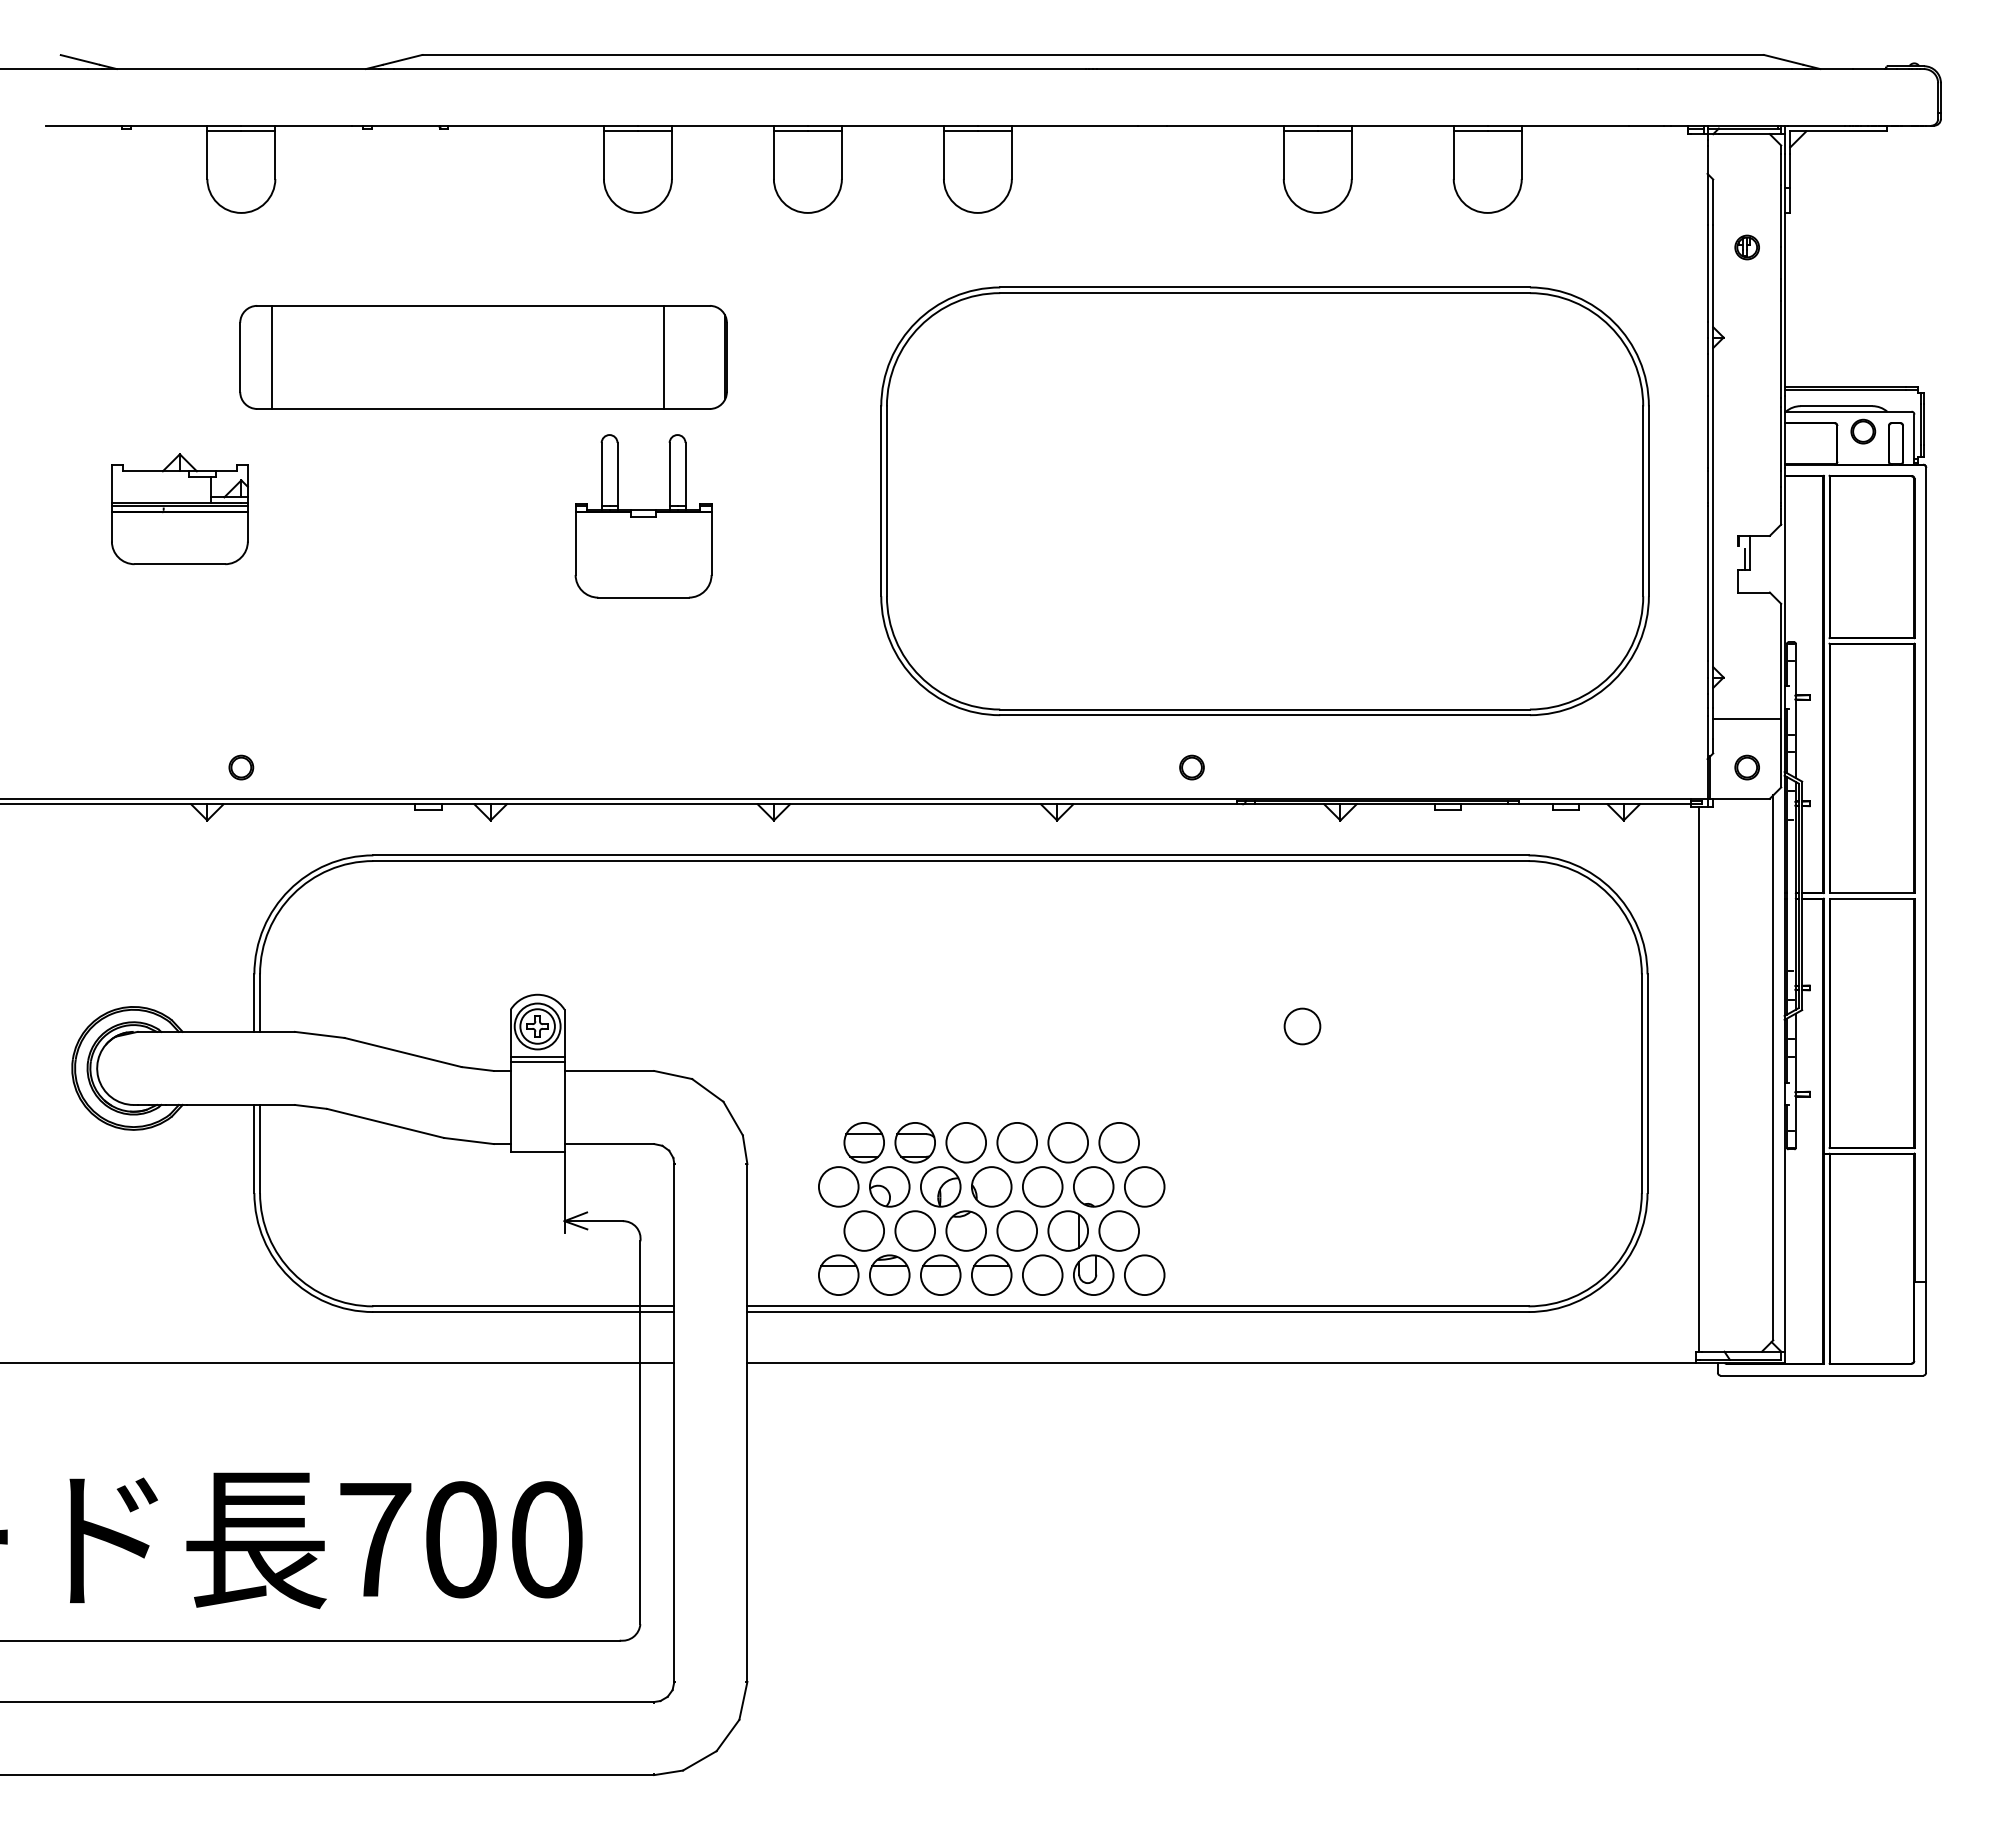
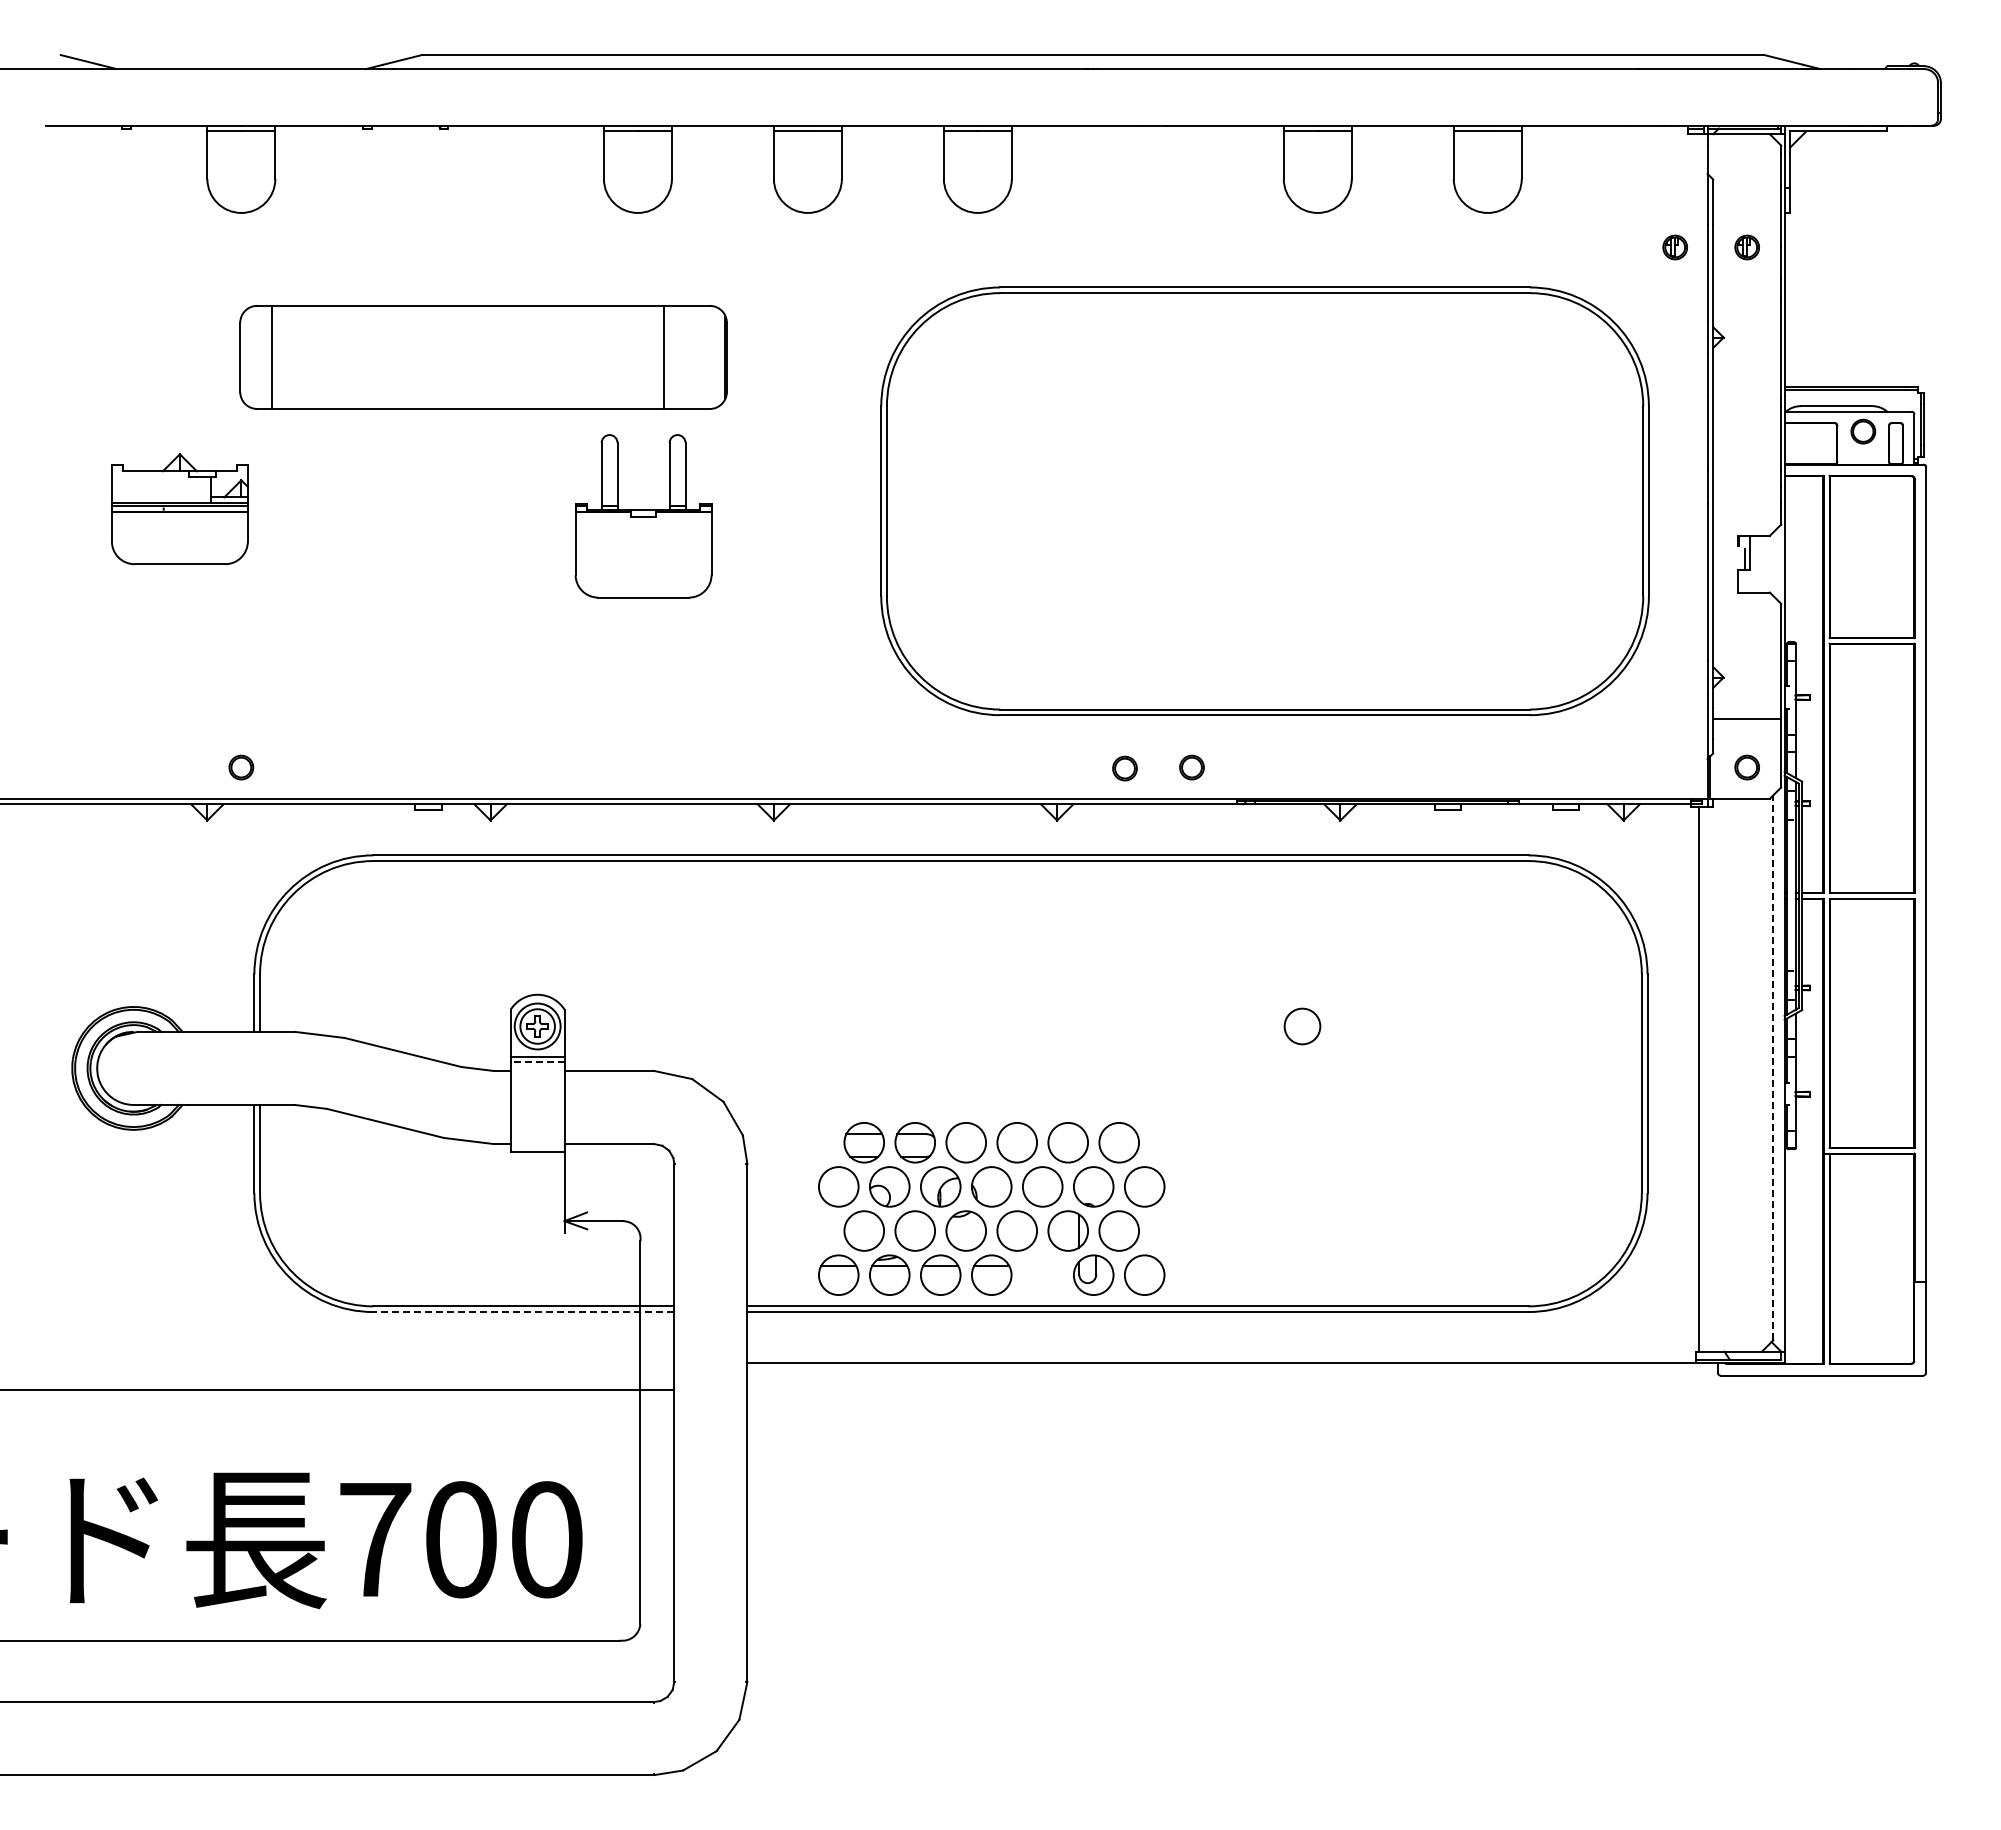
part at (1674, 247): none -> present
part at (1124, 768): none -> present
line at (537, 1062): solid -> dashed
line at (1773, 1067): solid -> dashed
circle at (1042, 1274): present -> none
line at (523, 1312): solid -> dashed
line at (338, 1363) position: (338, 1363) -> (338, 1390)
